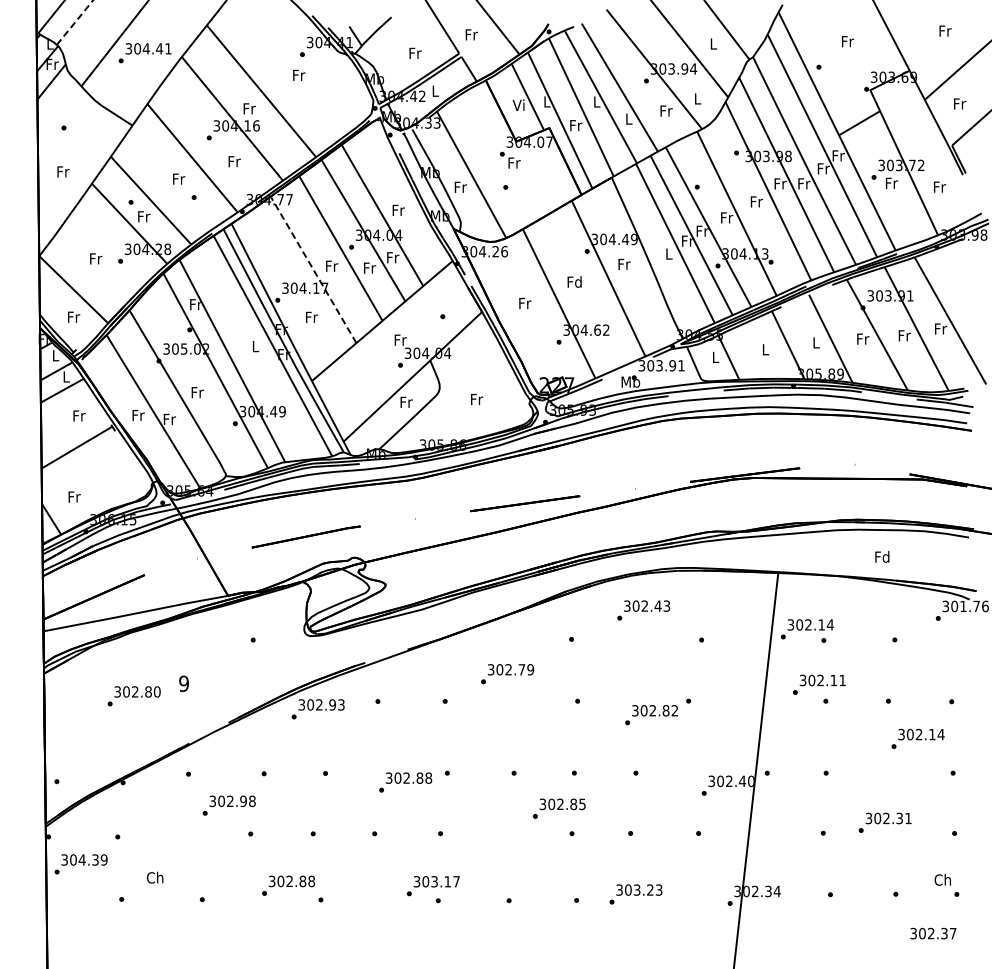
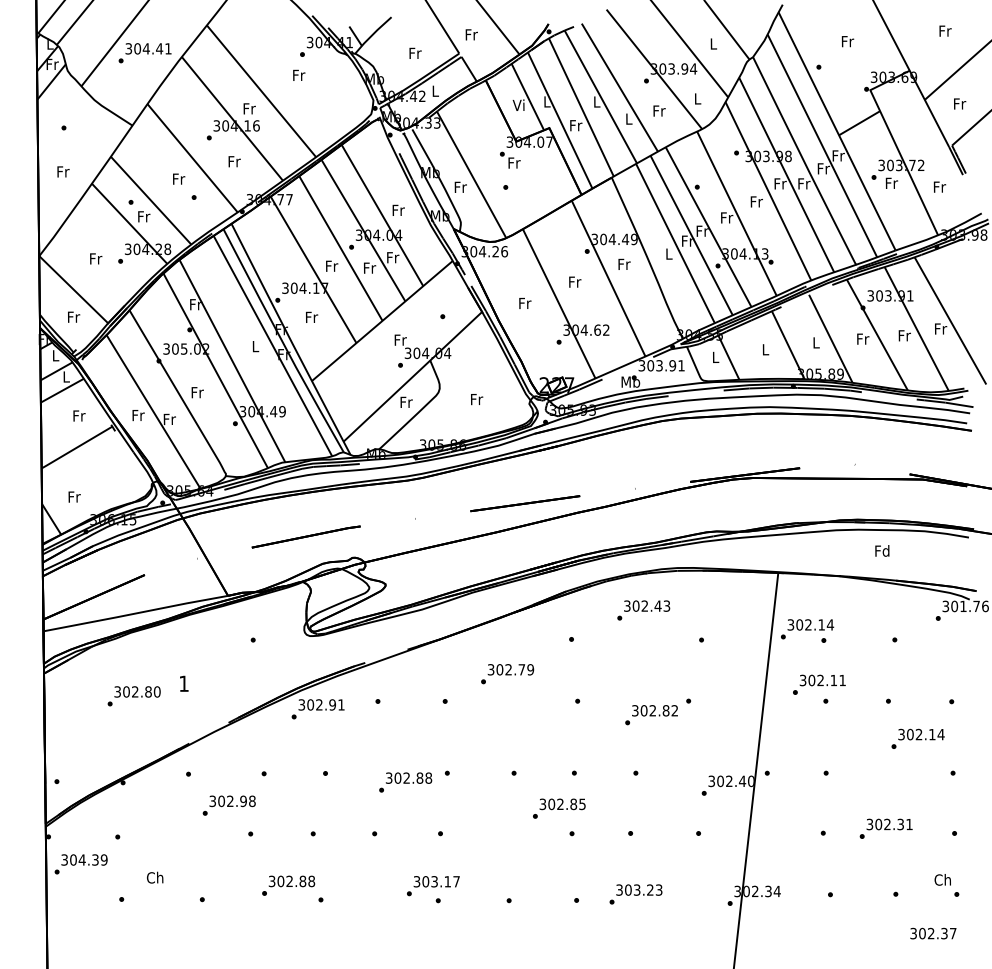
line at (75, 22): dashed -> solid
text at (666, 110) position: (666, 110) -> (659, 110)
line at (313, 269): dashed -> solid
text at (574, 281): Fd -> Fr
text at (882, 556) position: (882, 556) -> (882, 550)
text at (183, 683): 9 -> 1
text at (341, 704): 302.93 -> 302.91
text at (884, 822) position: (884, 822) -> (885, 828)
